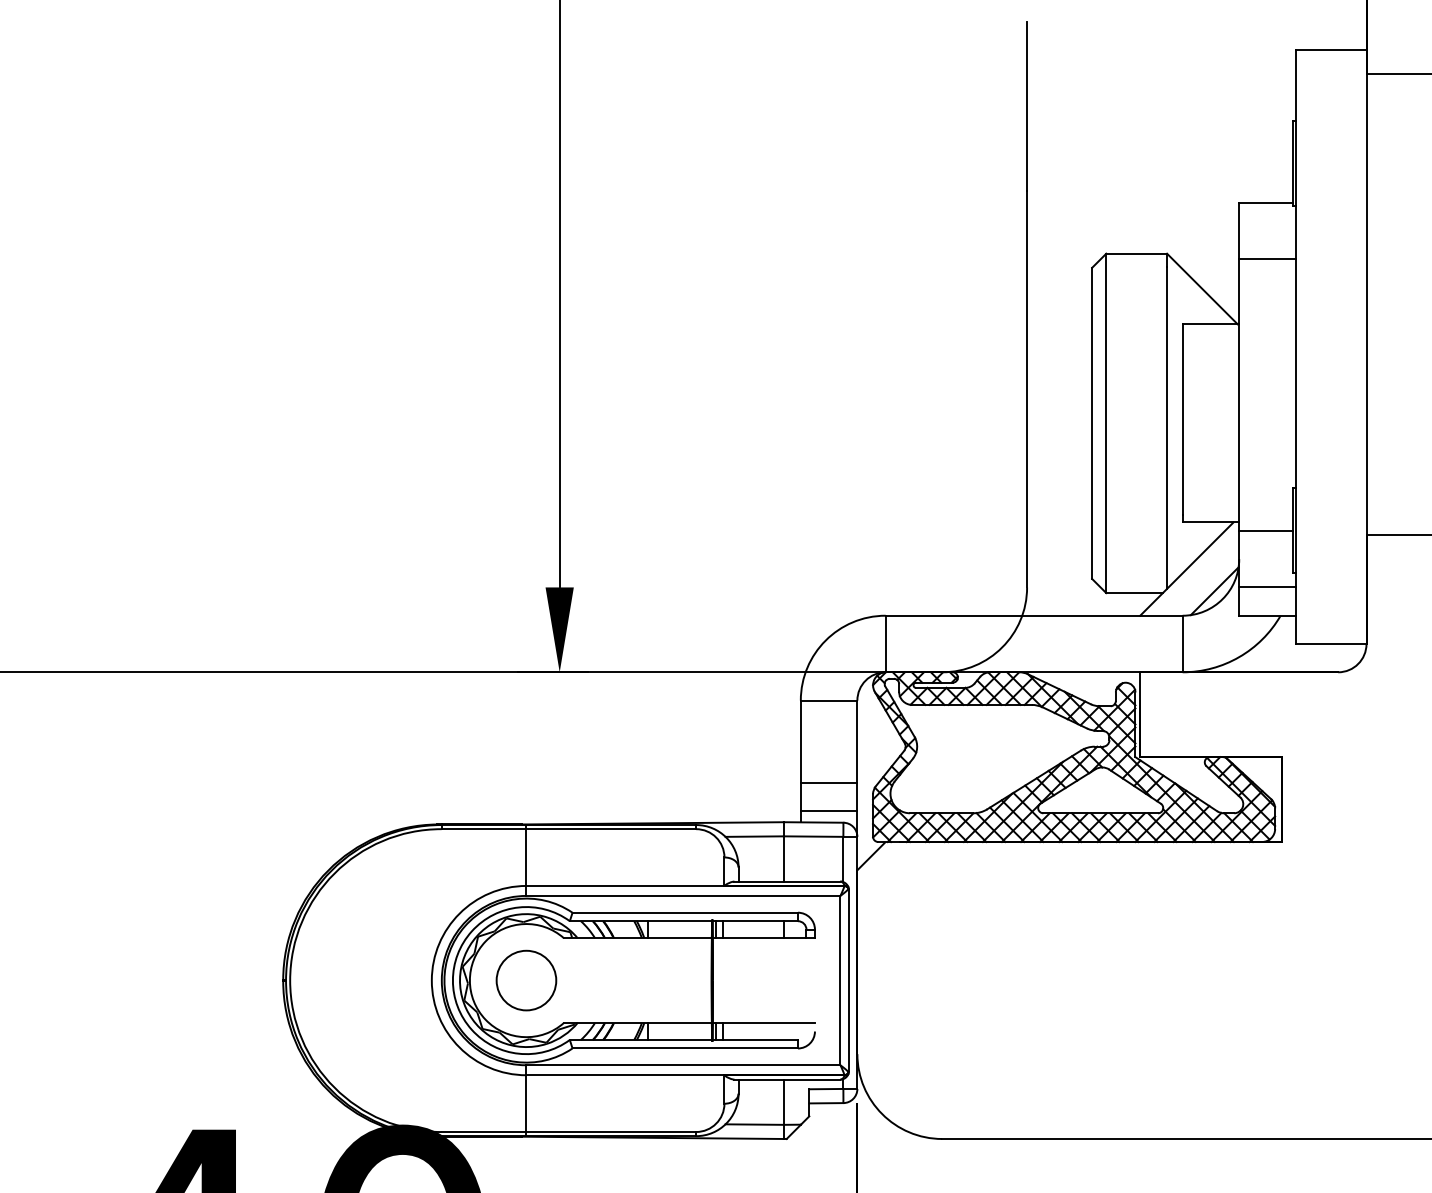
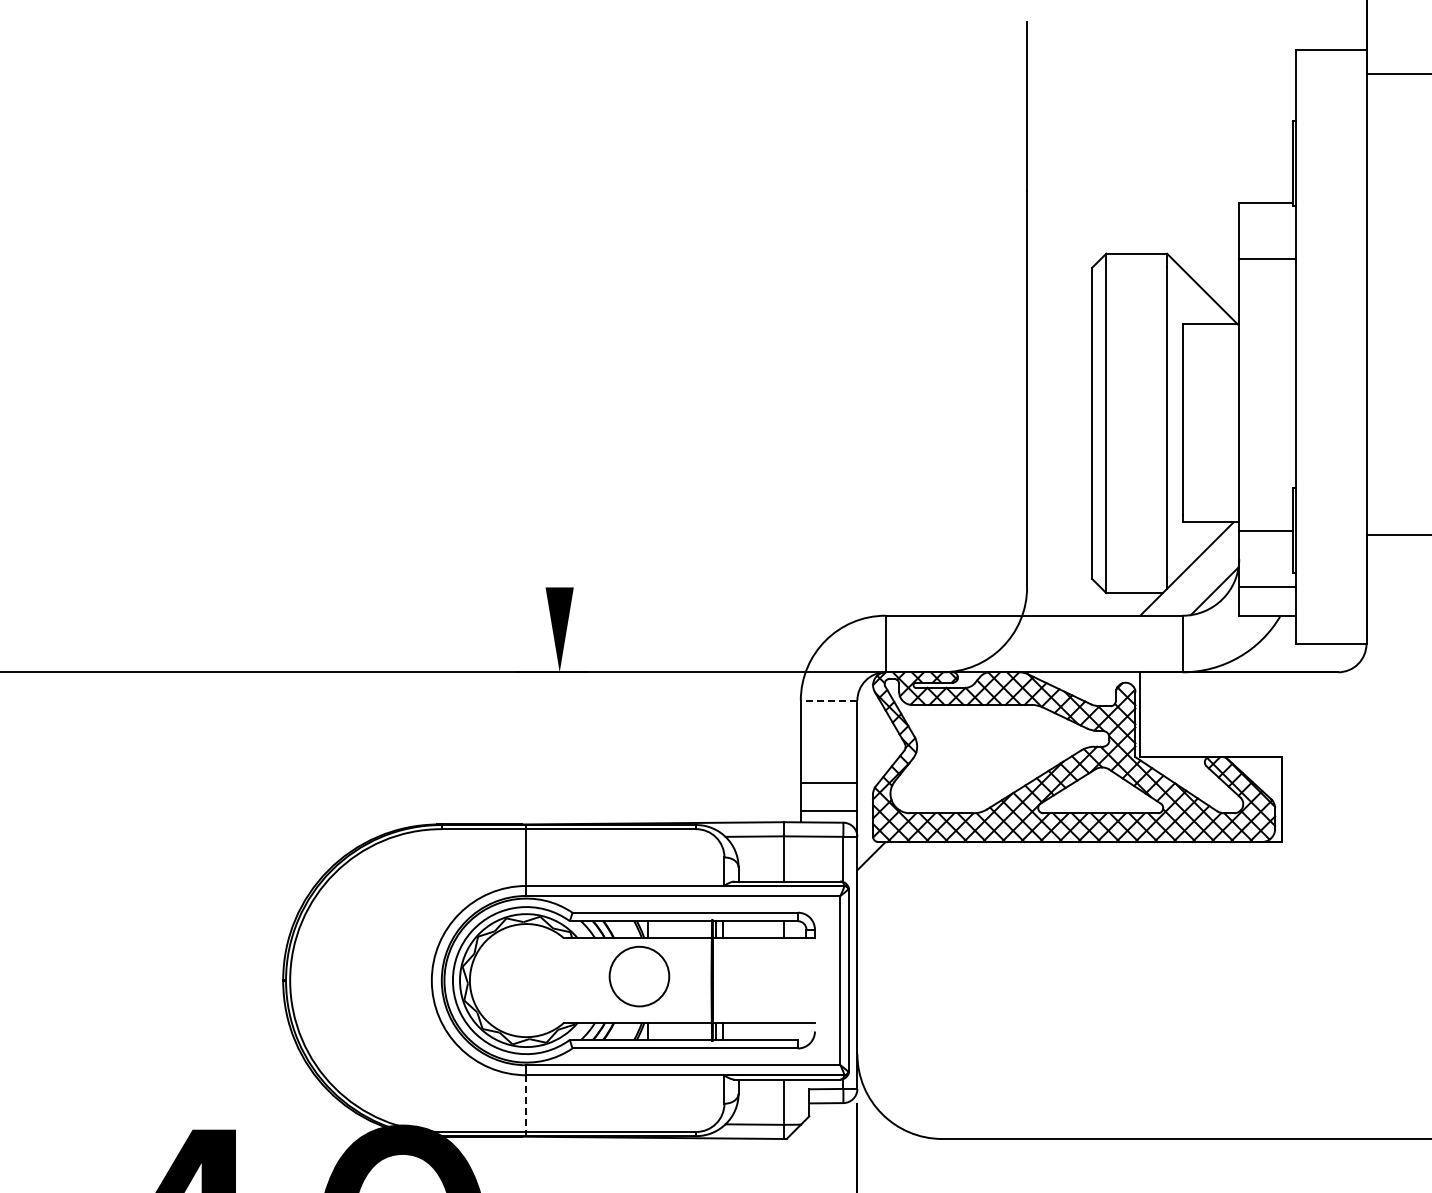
line at (559, 294): present -> none
line at (828, 700): solid -> dashed
circle at (526, 980) position: (526, 980) -> (639, 976)
line at (526, 1104): solid -> dashed
